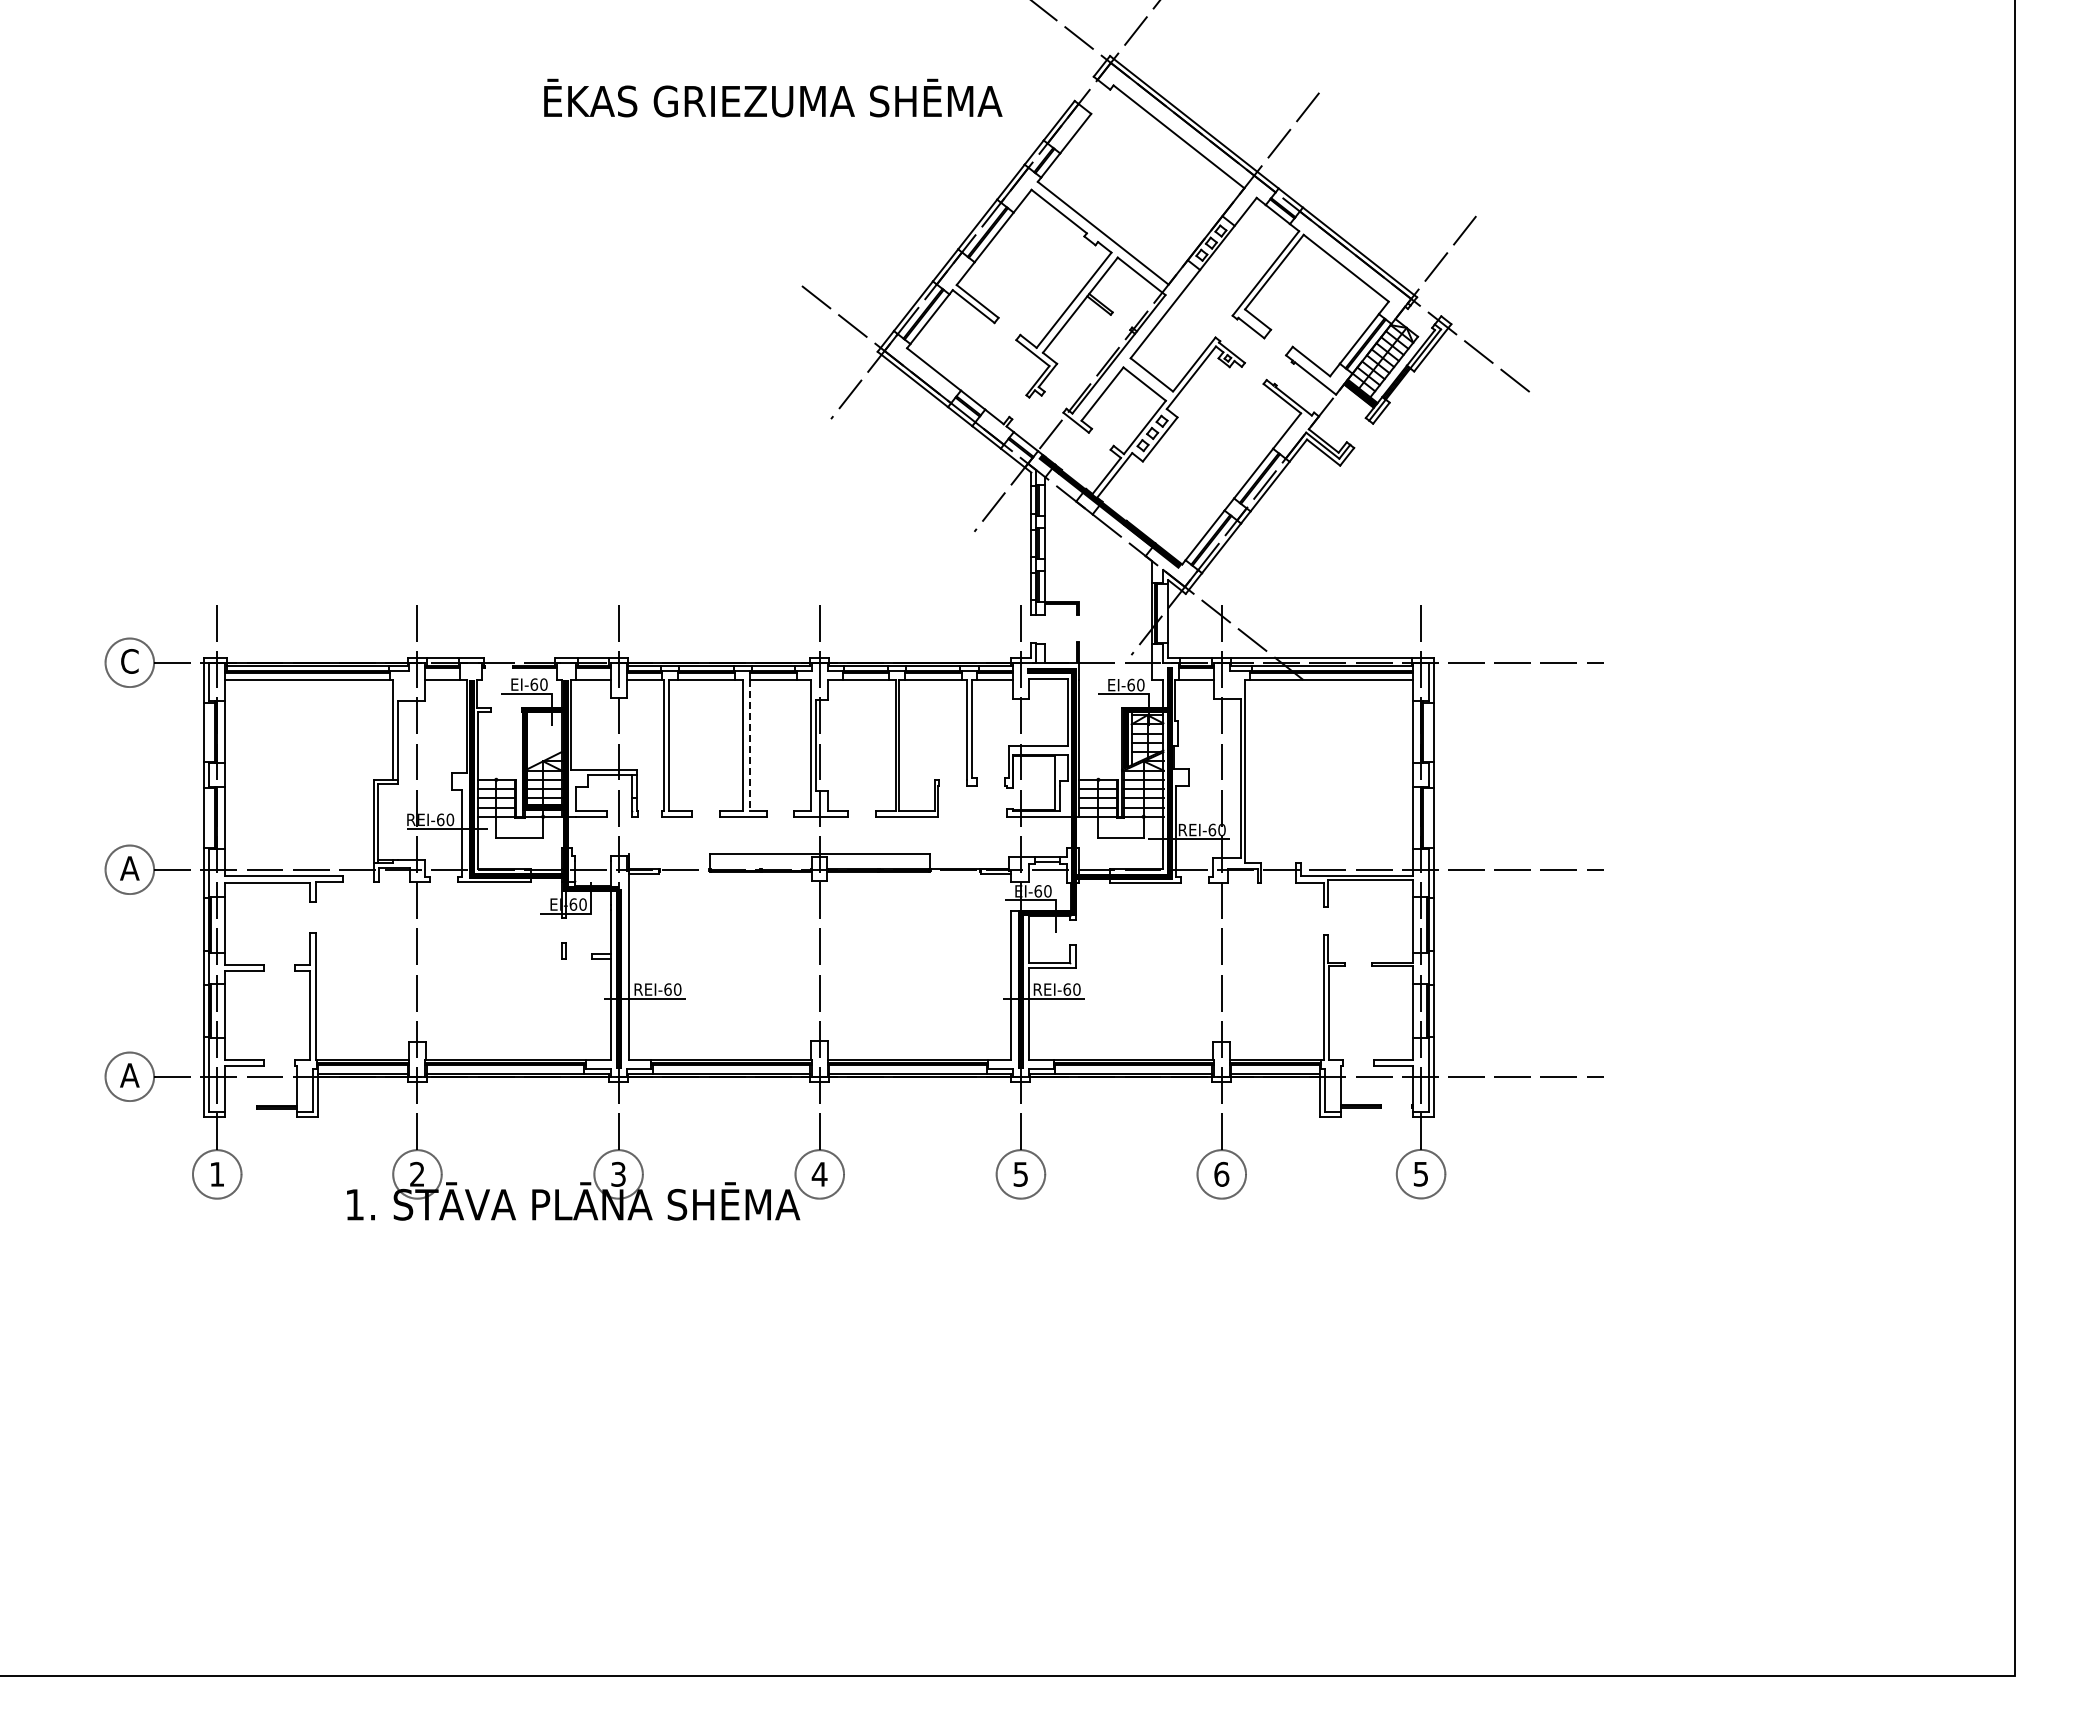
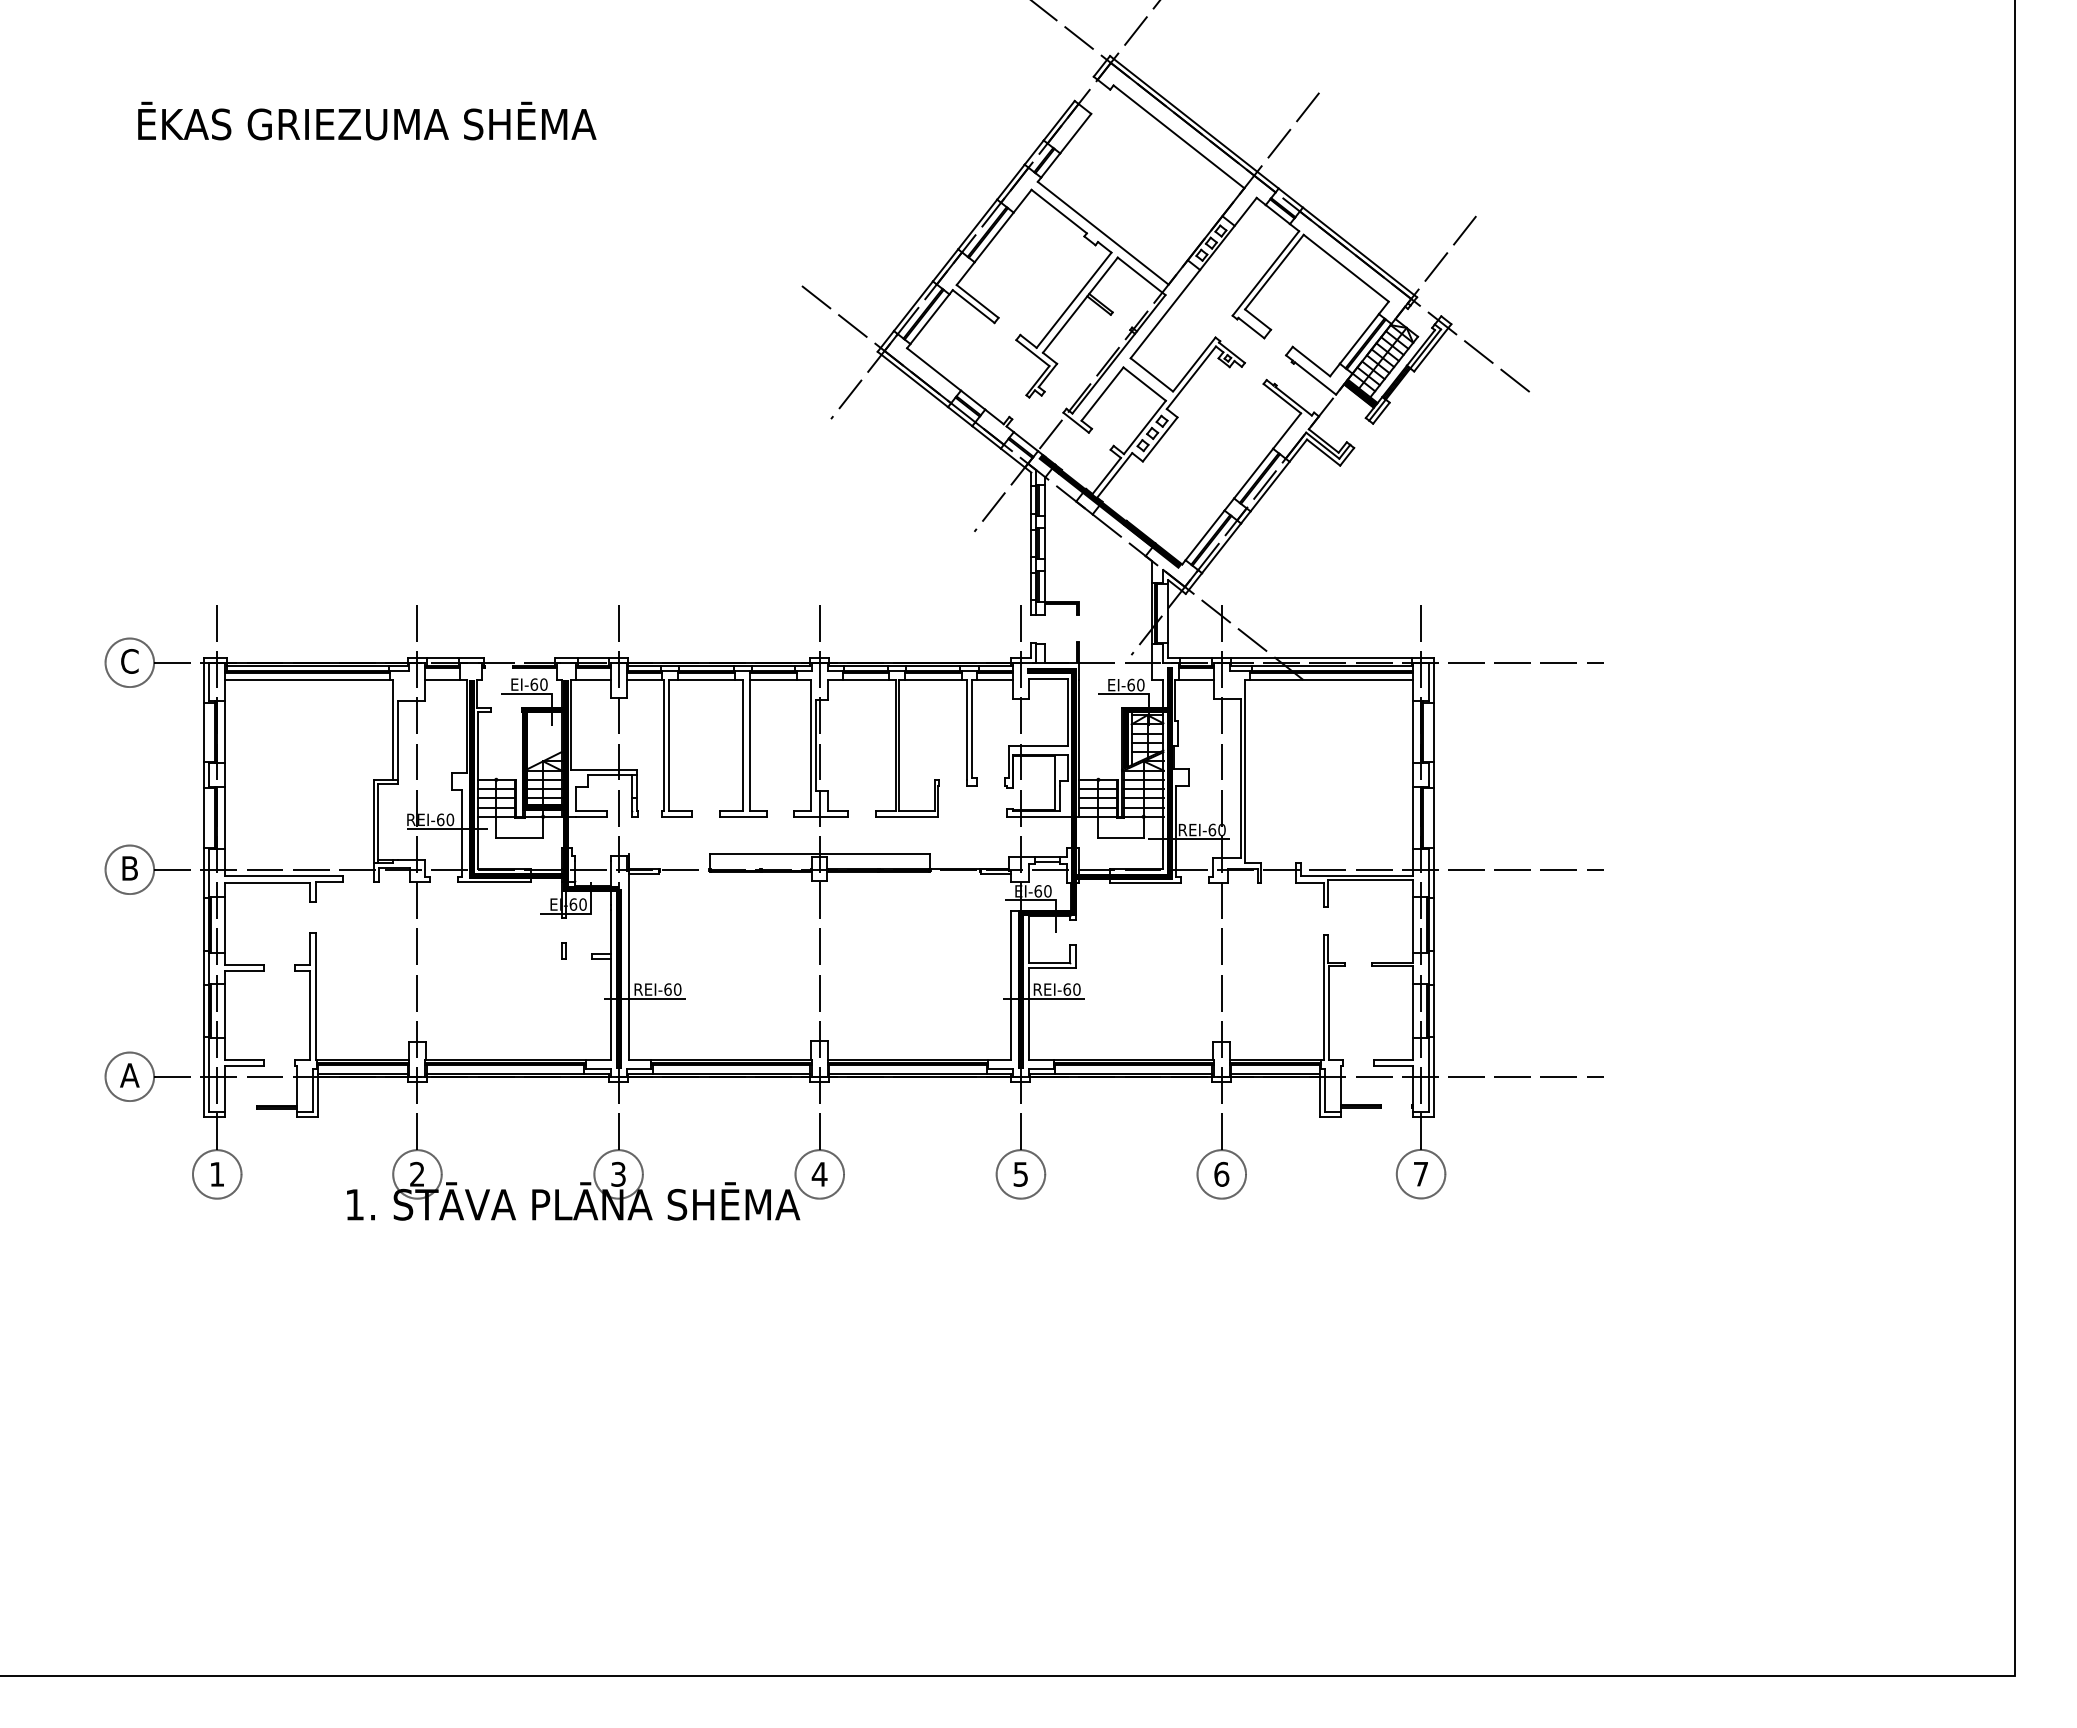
text at (773, 97) position: (773, 97) -> (367, 120)
line at (749, 745): dashed -> solid
text at (129, 868): A -> B
text at (1420, 1174): 5 -> 7
